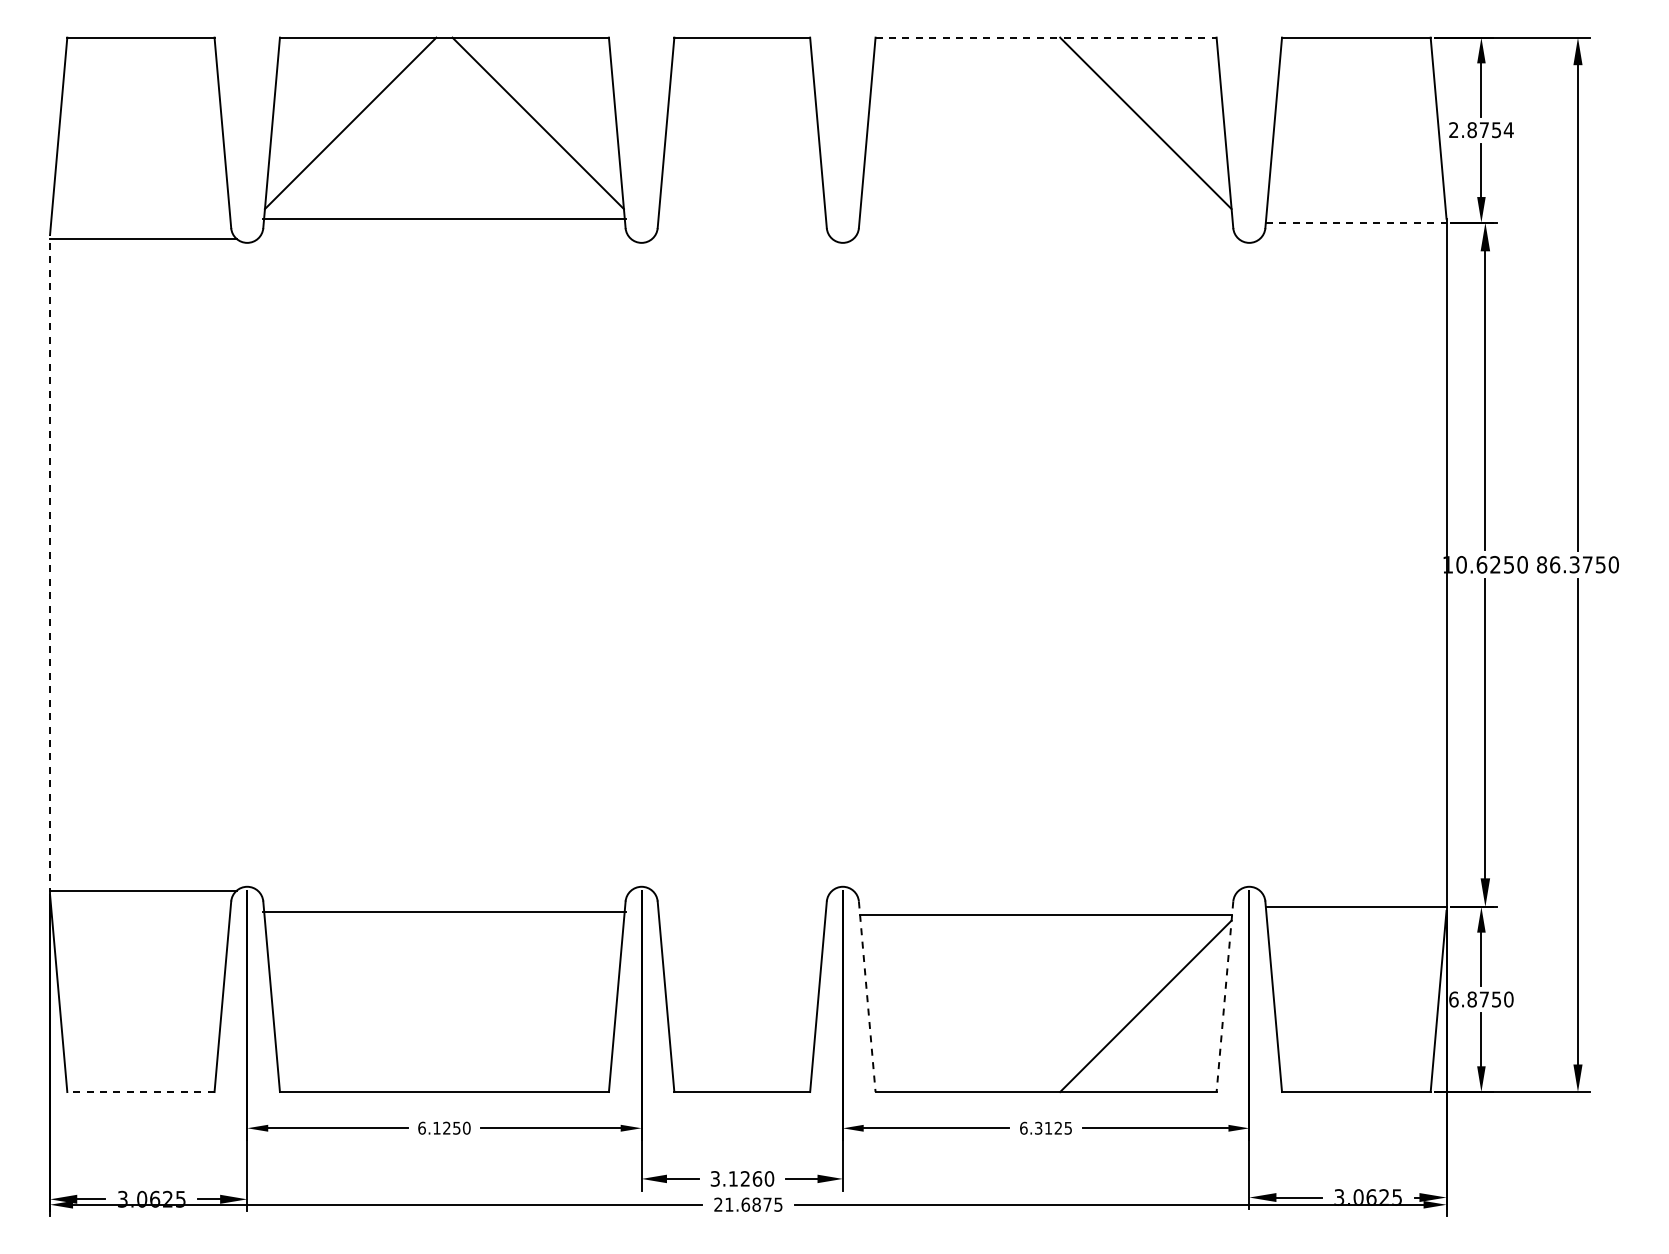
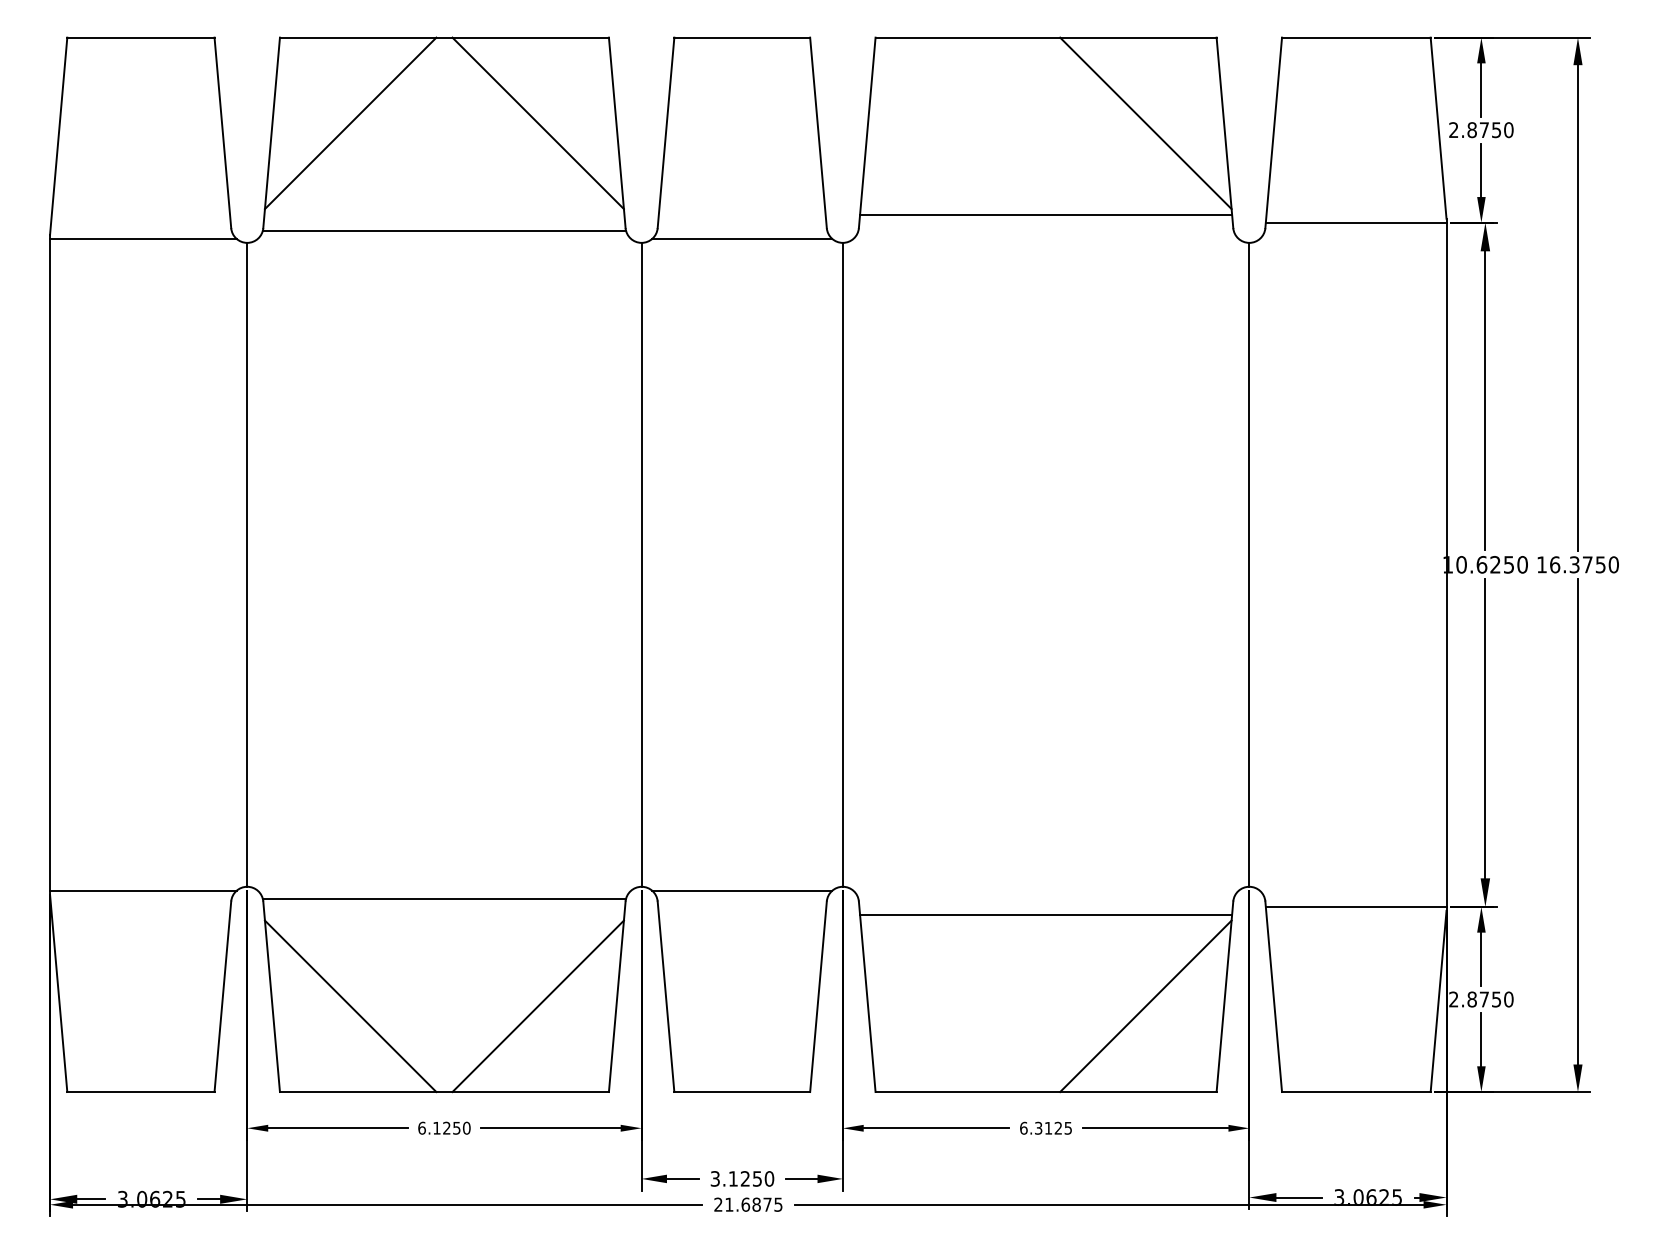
line at (1046, 37): dashed -> solid
text at (1508, 130): 2.8754 -> 2.8750
line at (1046, 214): none -> present
line at (444, 218) position: (444, 218) -> (444, 230)
line at (1356, 222): dashed -> solid
line at (742, 238): none -> present
line at (50, 564): dashed -> solid
line at (247, 564): none -> present
line at (641, 564): none -> present
line at (842, 564): none -> present
line at (1249, 564): none -> present
text at (1542, 564): 86.3750 -> 16.3750
line at (742, 890): none -> present
line at (444, 911) position: (444, 911) -> (444, 898)
line at (867, 996): dashed -> solid
line at (1224, 996): dashed -> solid
text at (1453, 999): 6.8750 -> 2.8750
line at (350, 1006): none -> present
line at (537, 1006): none -> present
line at (140, 1092): dashed -> solid
text at (757, 1178): 3.1260 -> 3.1250
